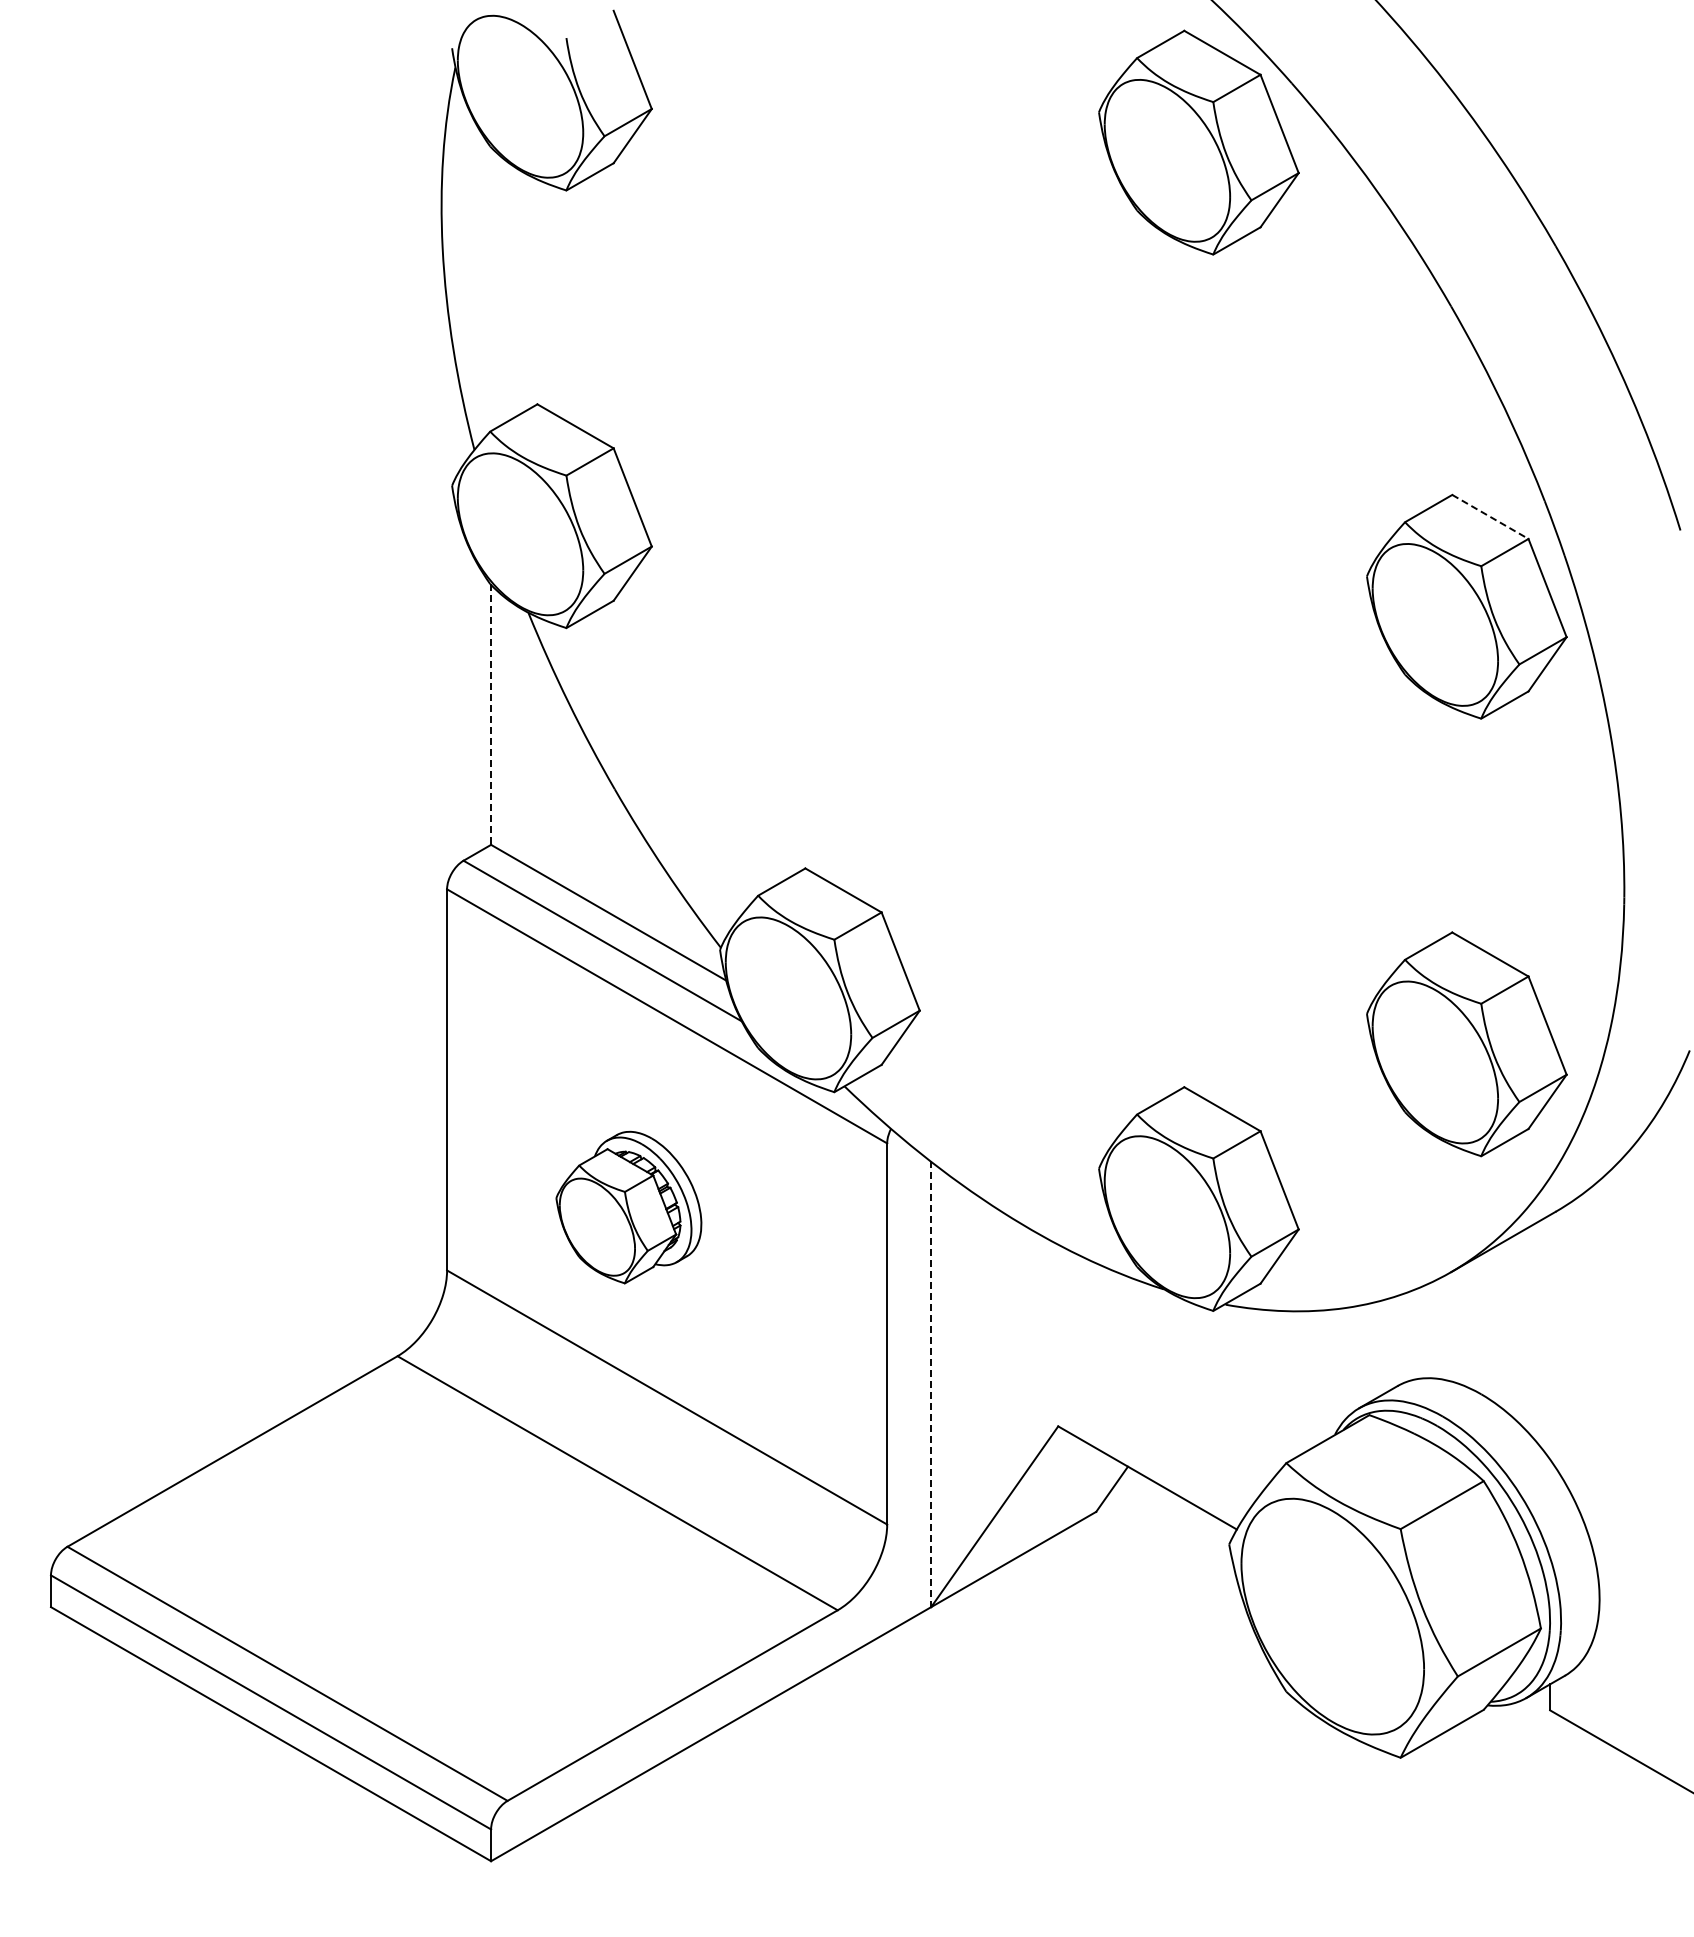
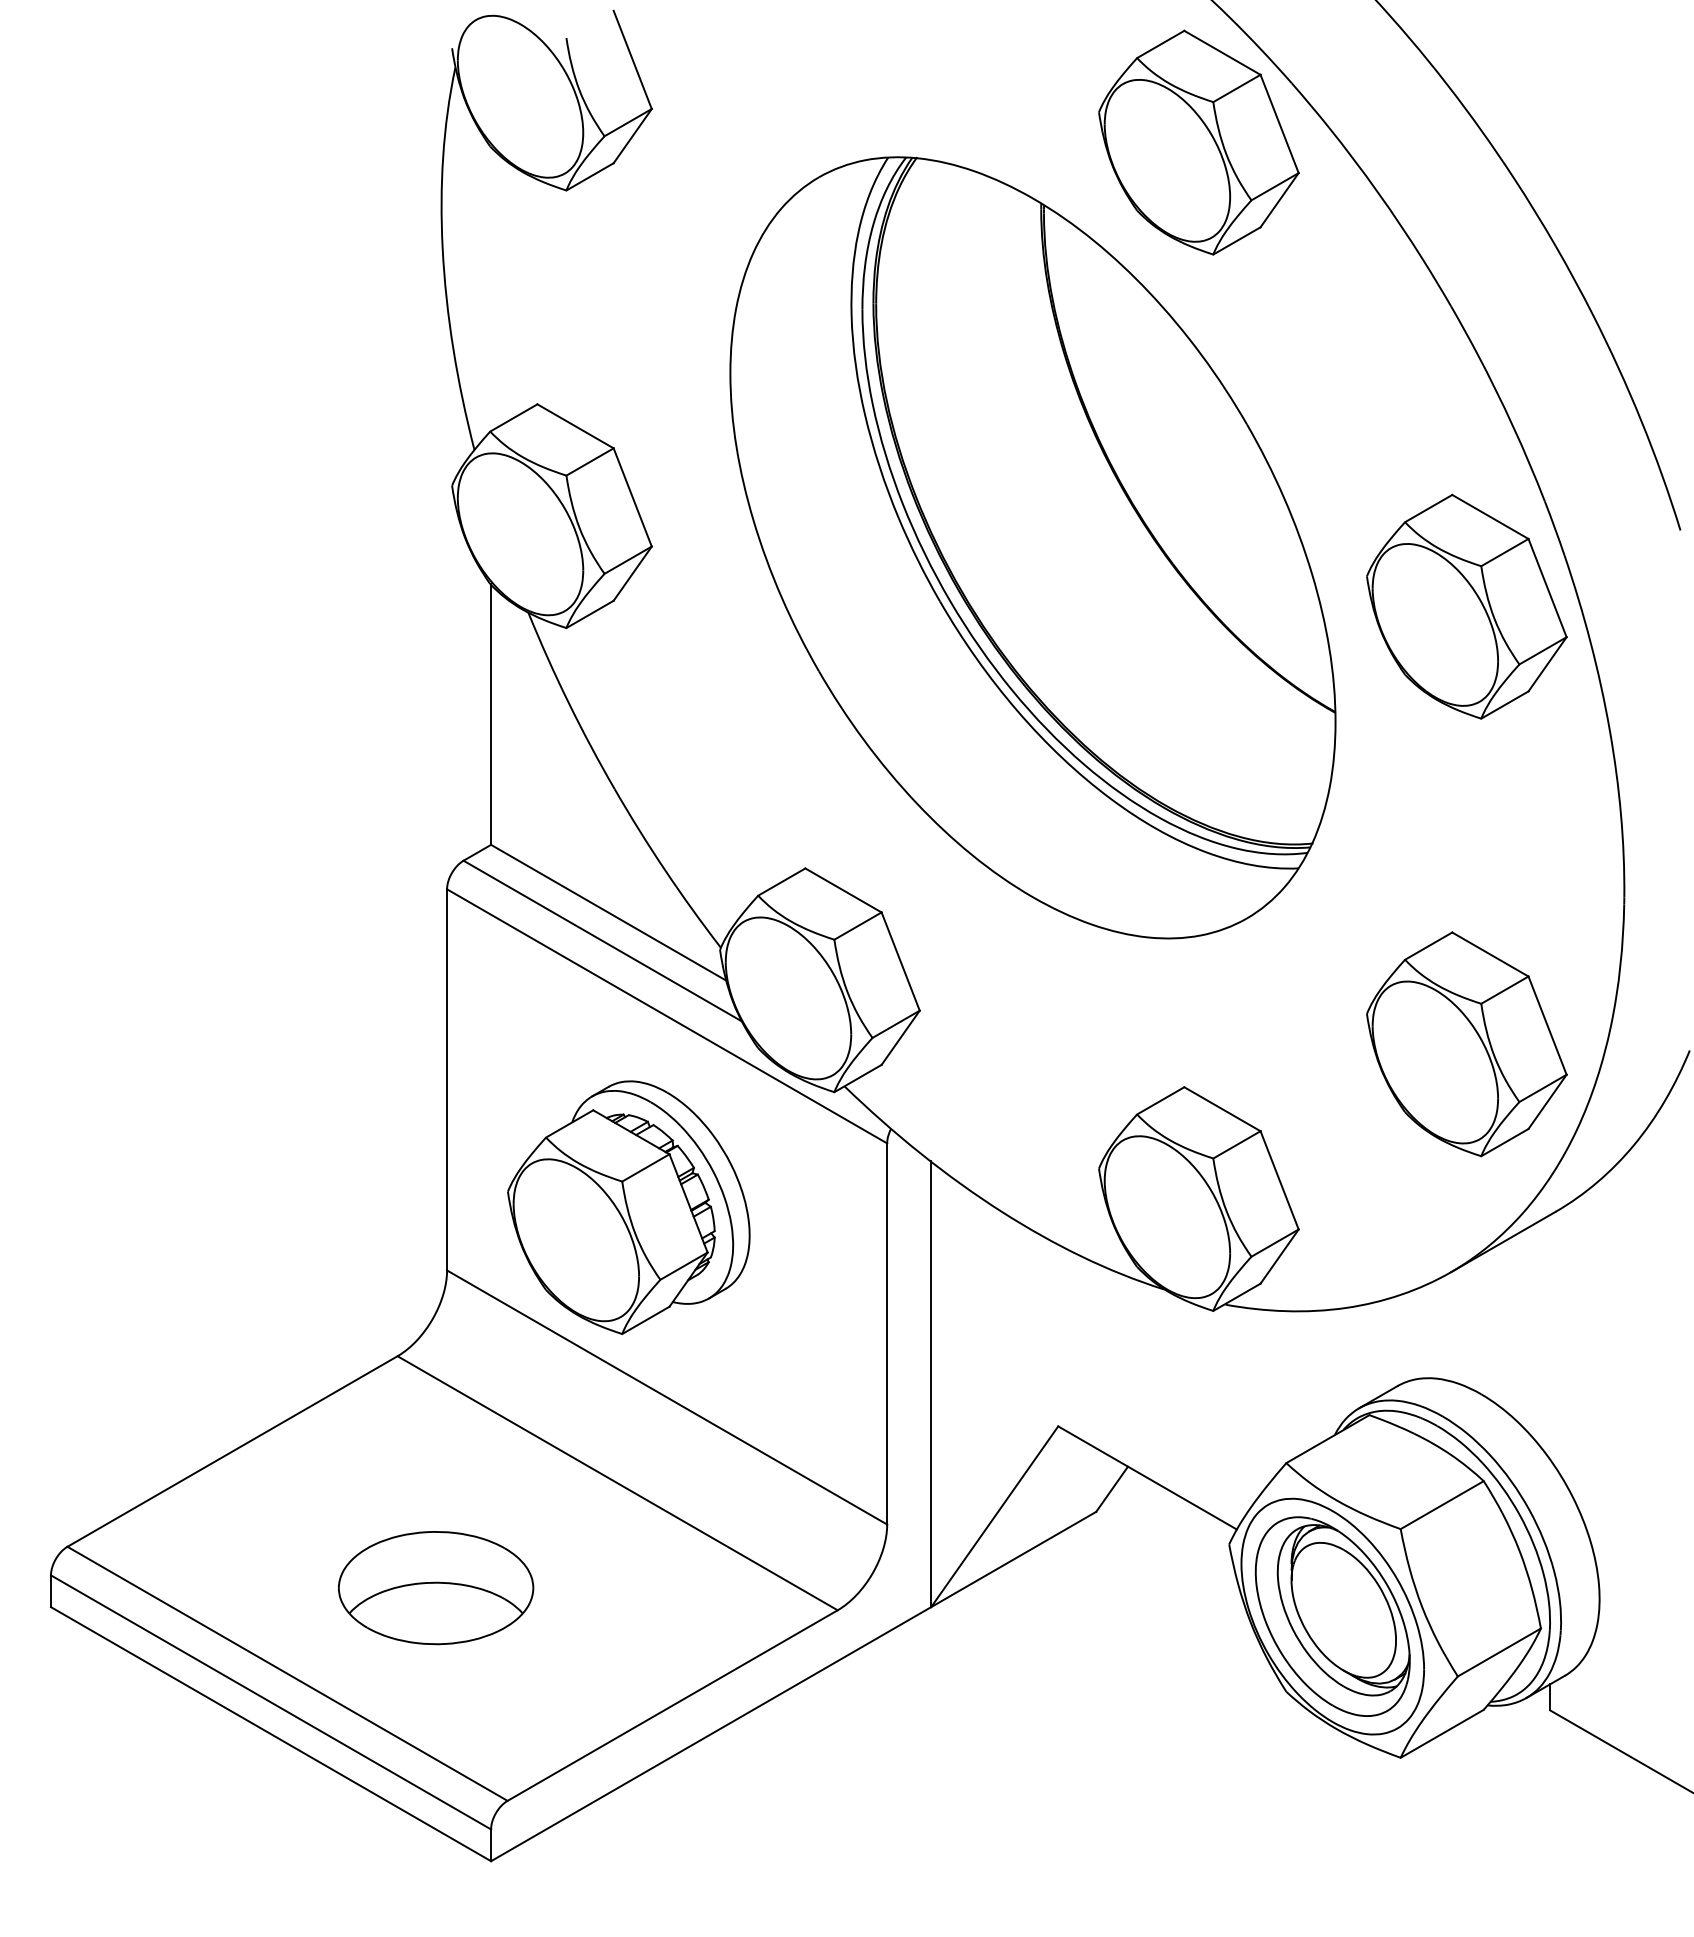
line at (1490, 517): dashed -> solid
part at (1032, 547): none -> present
line at (491, 714): dashed -> solid
part at (628, 1207) size: 148x155 px -> 244x255 px
line at (931, 1384): dashed -> solid
part at (436, 1588): none -> present
part at (1332, 1616): none -> present
